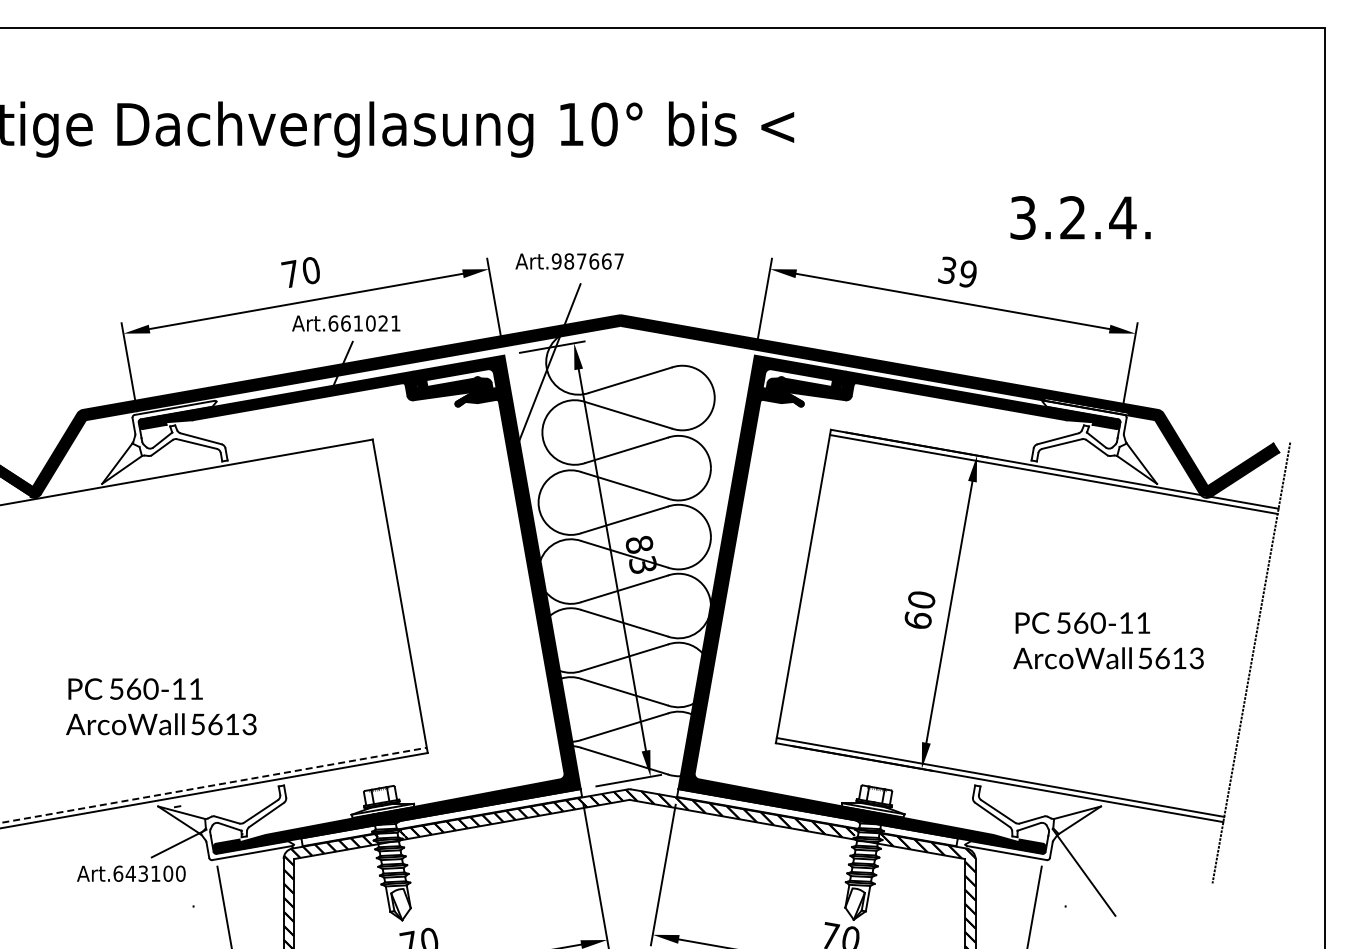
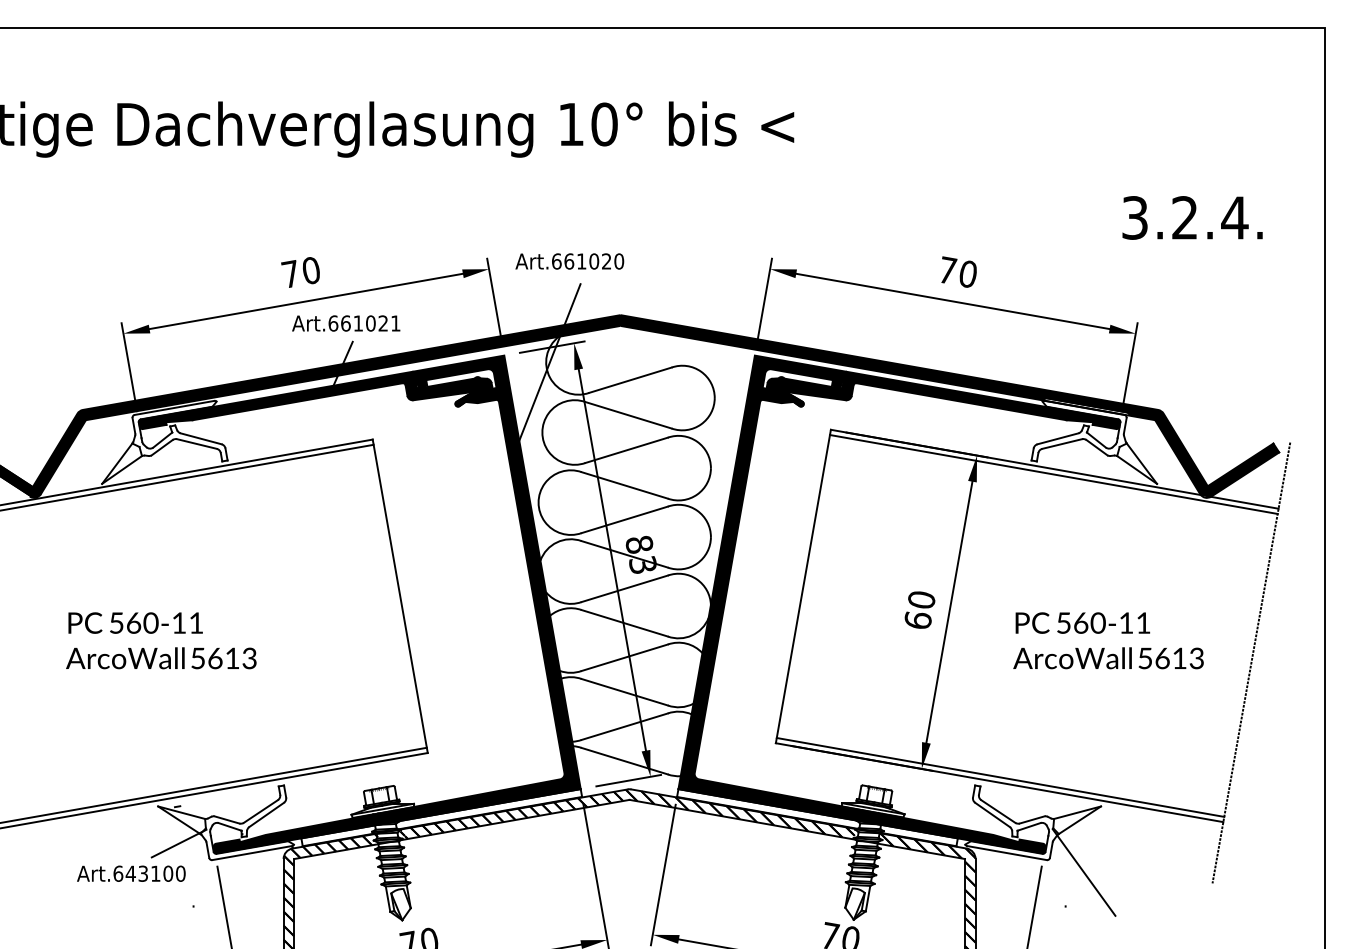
text at (1080, 217) position: (1080, 217) -> (1192, 217)
text at (587, 261): Art.987667 -> Art.661020
text at (957, 271): 39 -> 70
line at (187, 477): none -> present
text at (161, 706) position: (161, 706) -> (161, 640)
line at (213, 785): dashed -> solid
